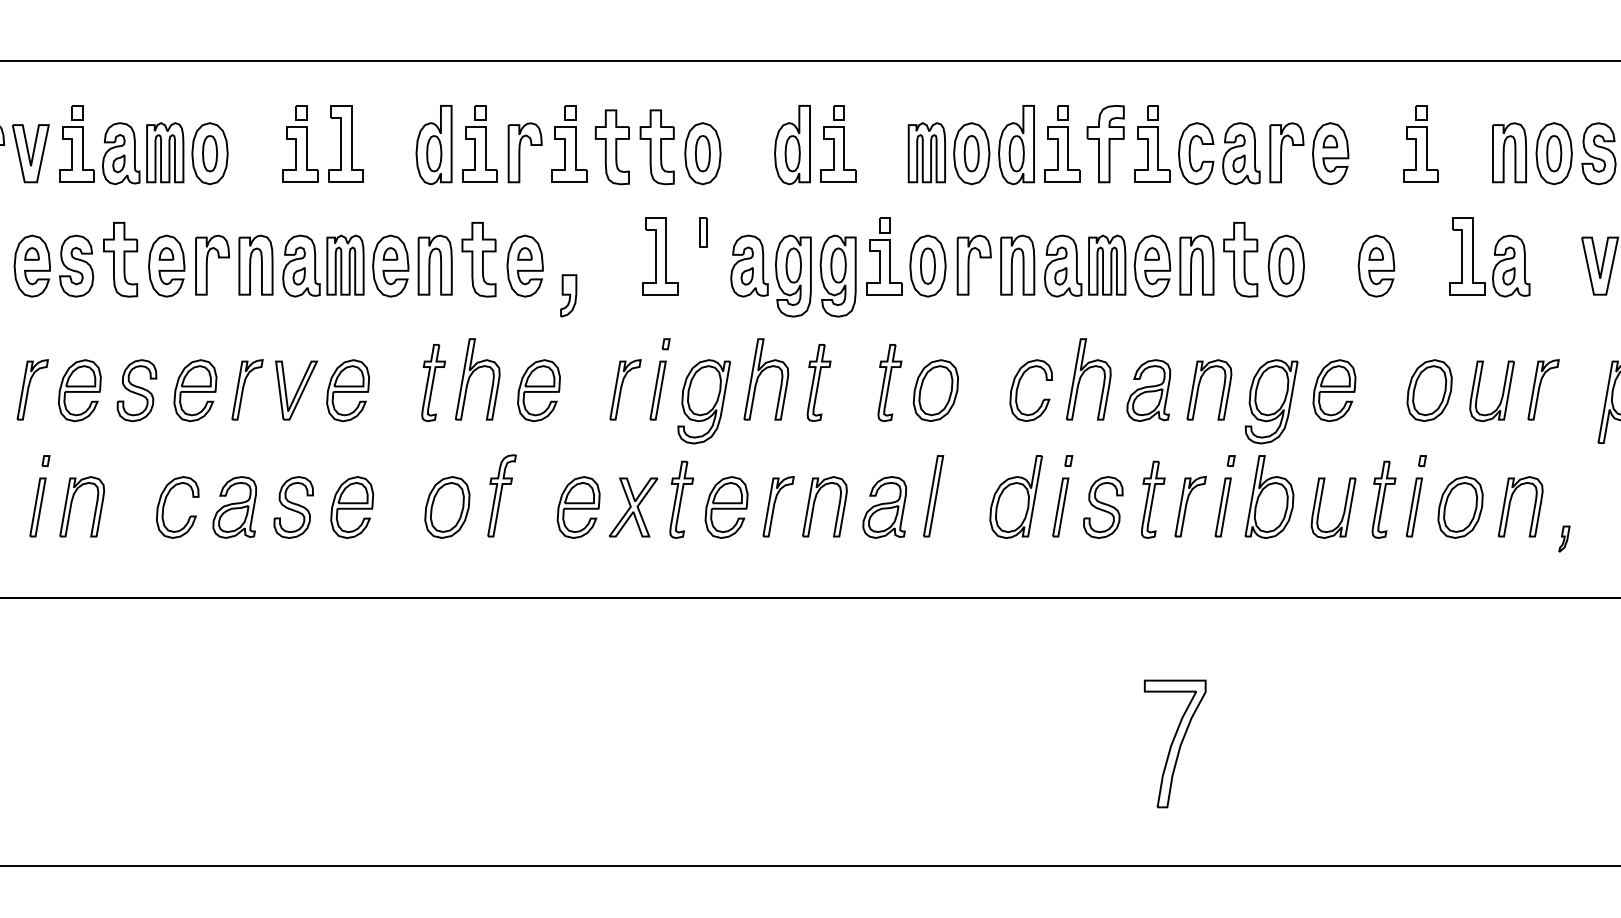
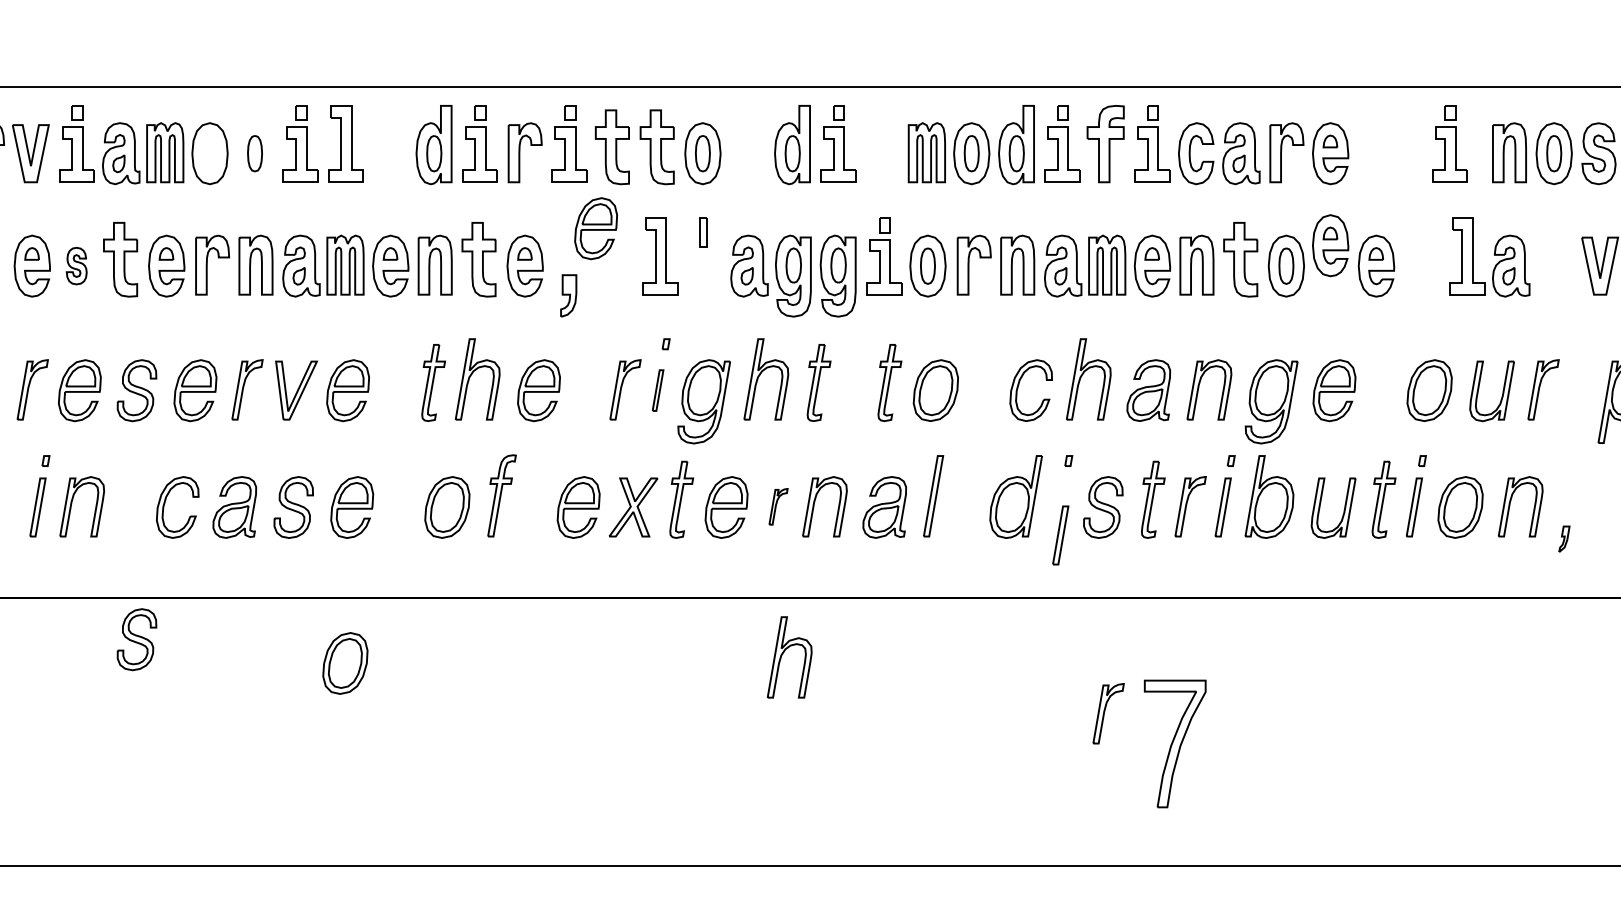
line at (809, 61) position: (809, 61) -> (809, 87)
part at (1420, 143) position: (1420, 143) -> (1449, 143)
part at (209, 153) position: (209, 153) -> (254, 153)
part at (595, 228): none -> present
part at (1330, 245): none -> present
part at (76, 265) size: 36x64 px -> 23x40 px
part at (657, 390) size: 18x61 px -> 14x43 px
part at (778, 506) size: 33x62 px -> 21x38 px
part at (1060, 507) position: (1060, 507) -> (1060, 535)
part at (136, 639): none -> present
part at (783, 654): none -> present
part at (345, 663): none -> present
part at (1108, 713): none -> present
